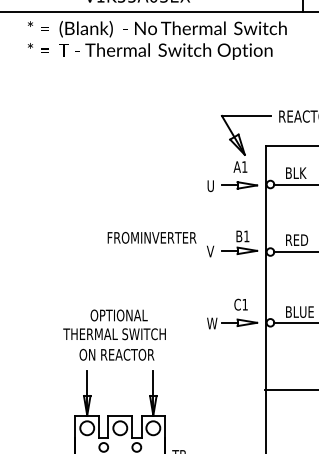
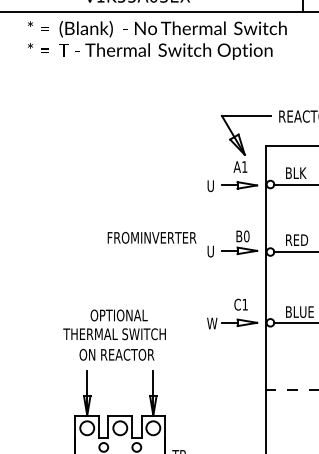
text at (246, 236): B1 -> B0
text at (210, 251): V -> U
line at (292, 389): solid -> dashed
